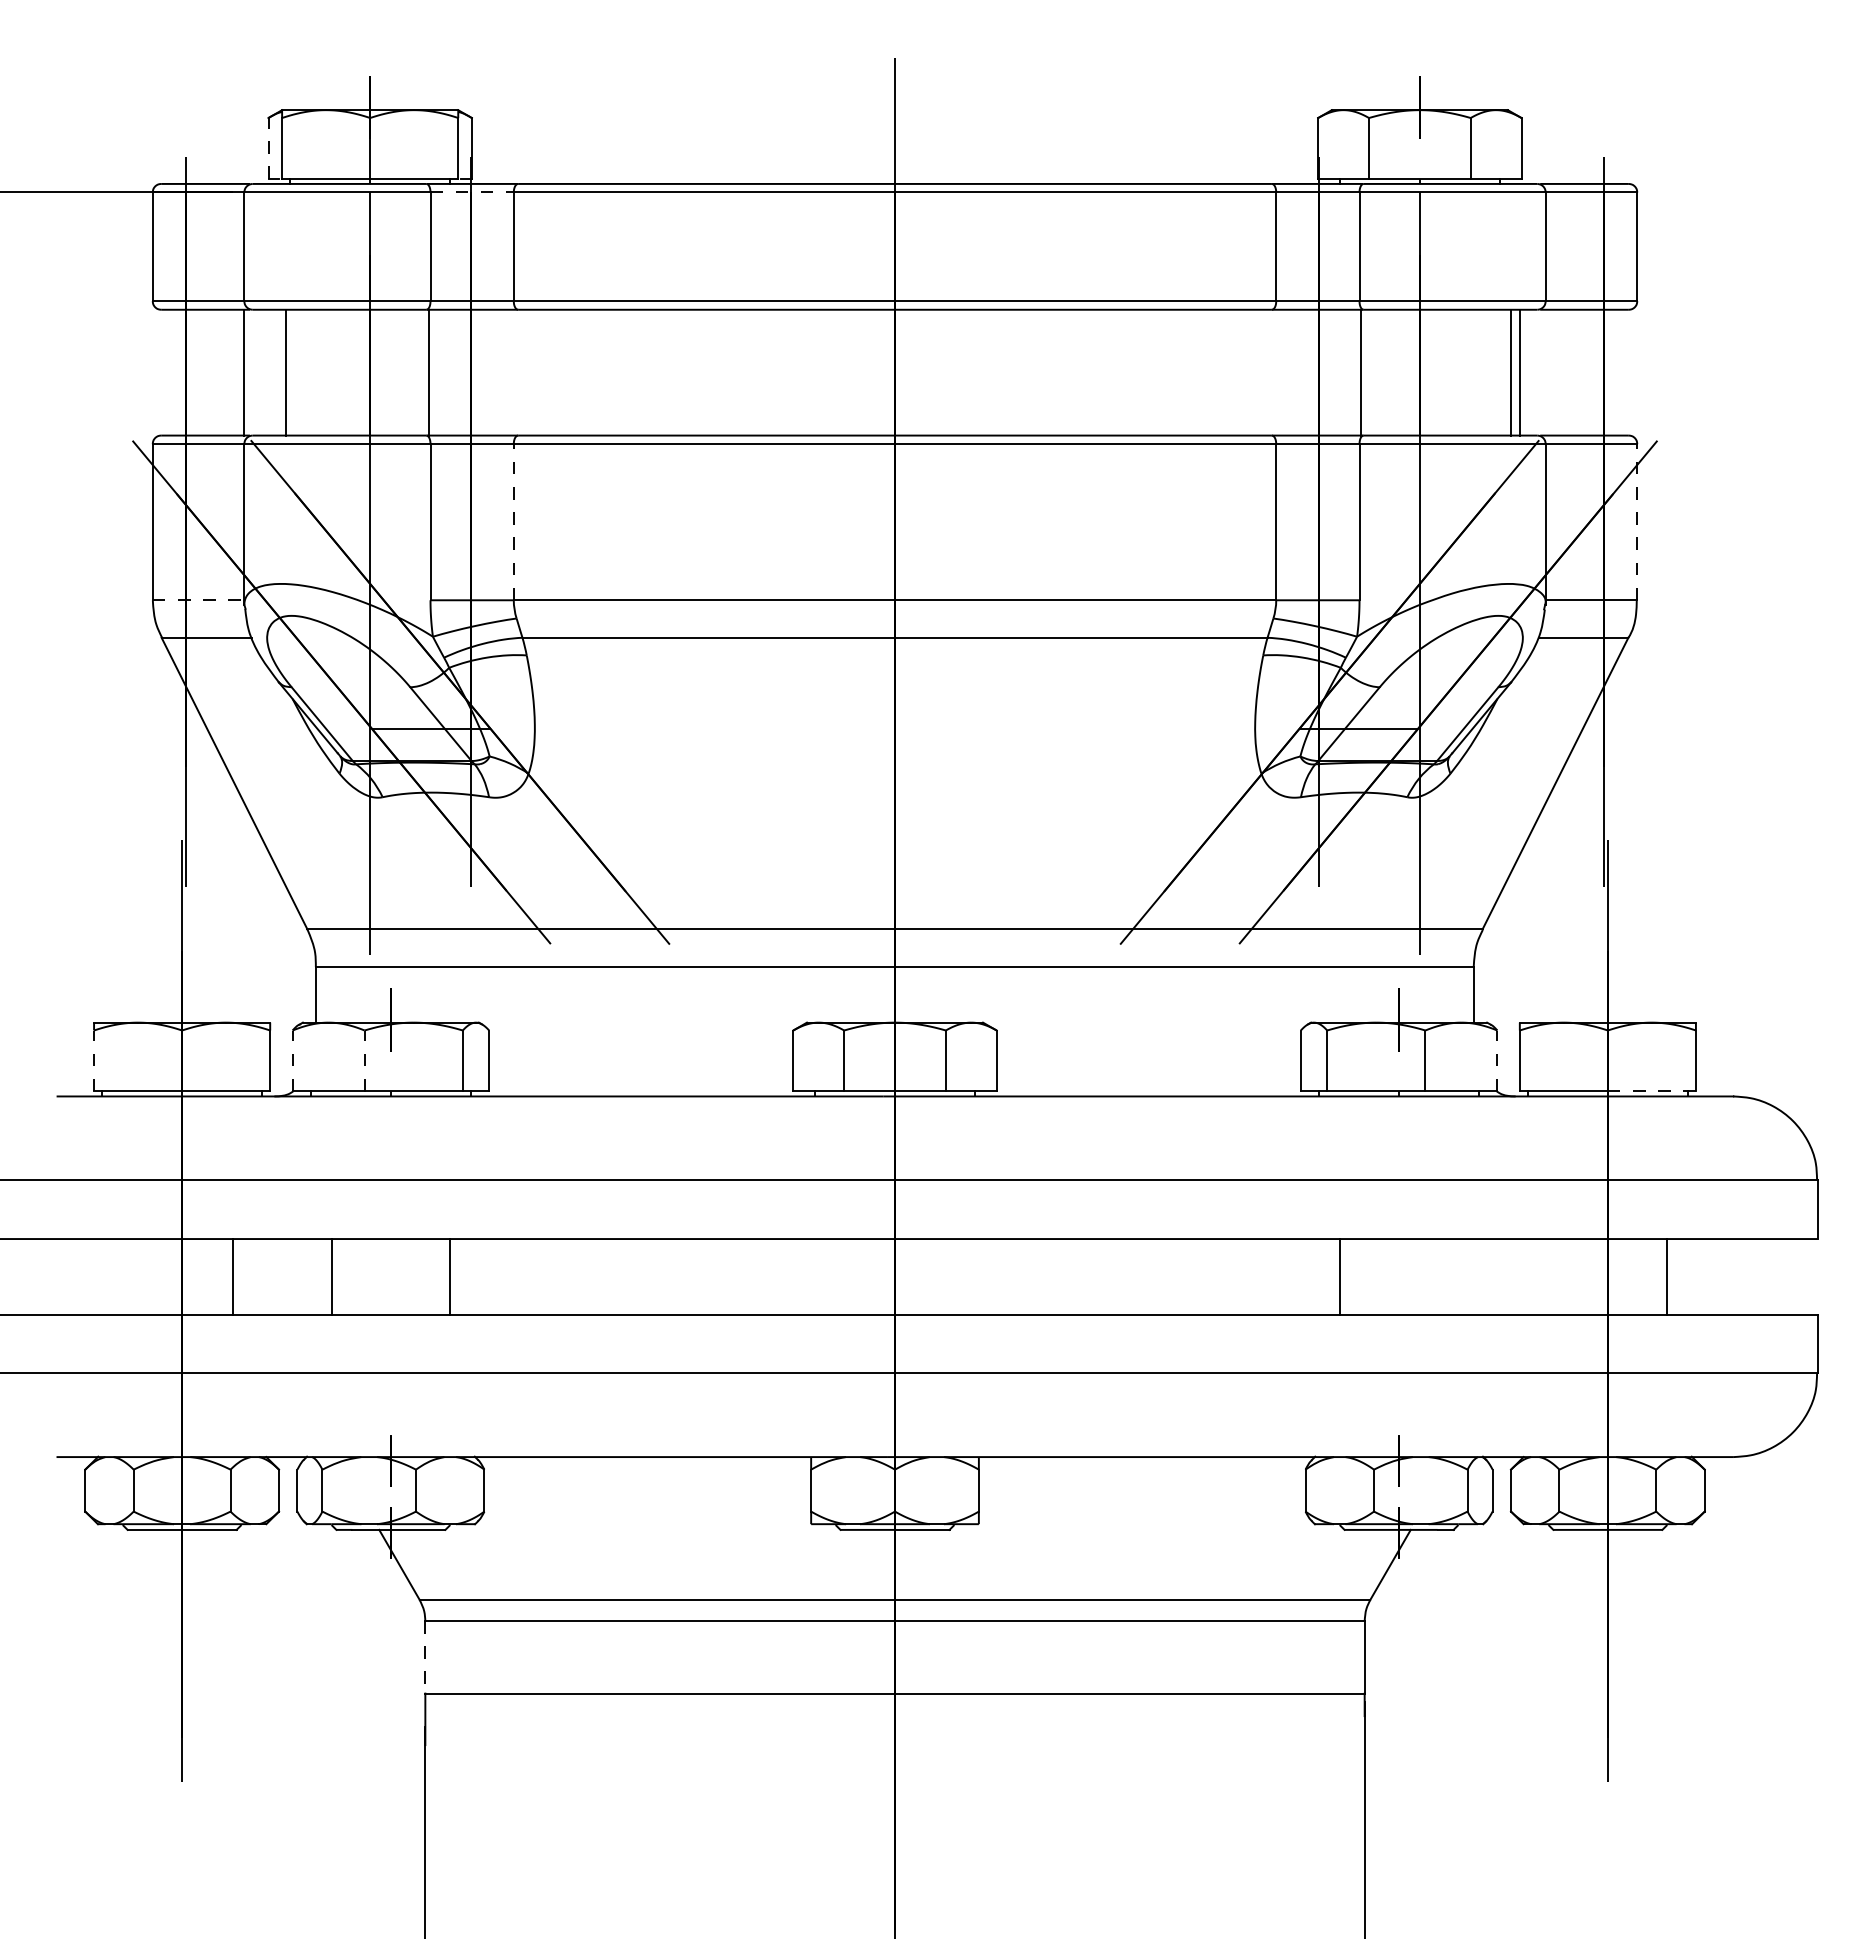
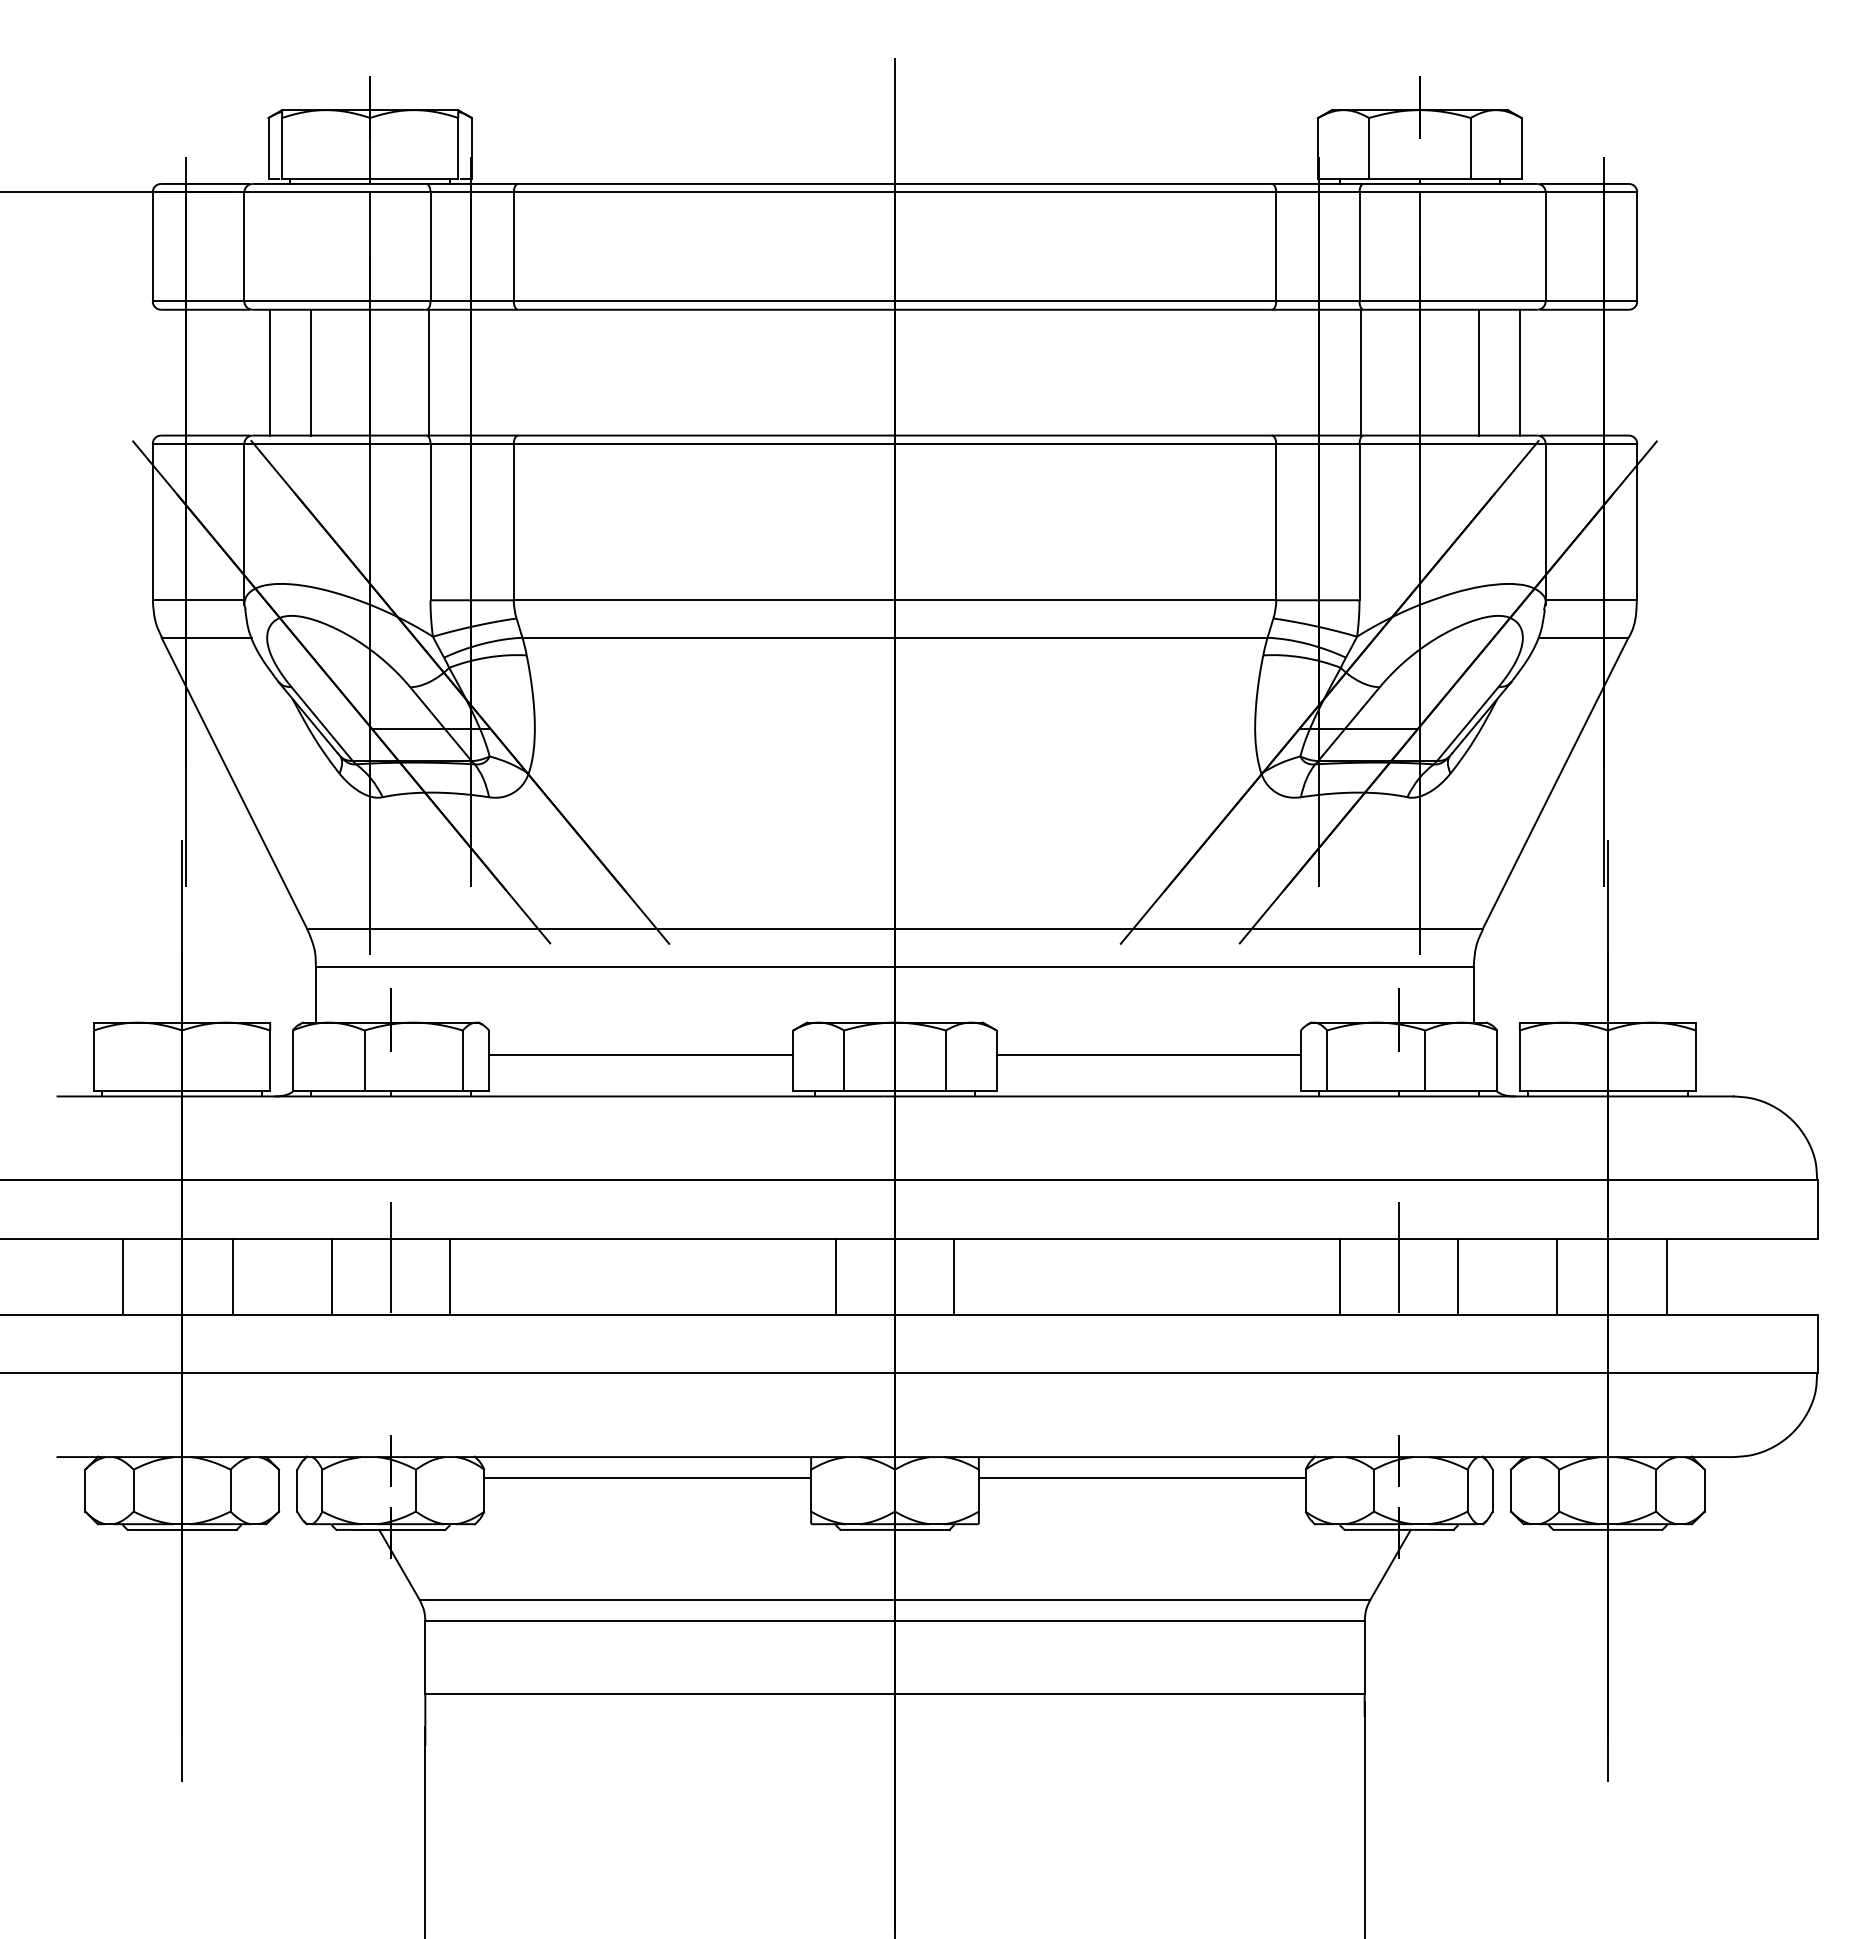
line at (268, 147): dashed -> solid
line at (472, 192): dashed -> solid
line at (244, 372) position: (244, 372) -> (270, 372)
line at (286, 372) position: (286, 372) -> (311, 372)
line at (1510, 372) position: (1510, 372) -> (1478, 372)
line at (513, 521): dashed -> solid
line at (1637, 521): dashed -> solid
line at (198, 600): dashed -> solid
line at (641, 1054): none -> present
line at (1148, 1054): none -> present
line at (94, 1060): dashed -> solid
line at (292, 1060): dashed -> solid
line at (364, 1060): dashed -> solid
line at (1497, 1060): dashed -> solid
line at (1652, 1091): dashed -> solid
line at (390, 1257): none -> present
line at (1399, 1257): none -> present
line at (123, 1276): none -> present
line at (836, 1276): none -> present
line at (953, 1276): none -> present
line at (1457, 1276): none -> present
line at (1556, 1276): none -> present
line at (647, 1478): none -> present
line at (1141, 1478): none -> present
line at (425, 1657): dashed -> solid
